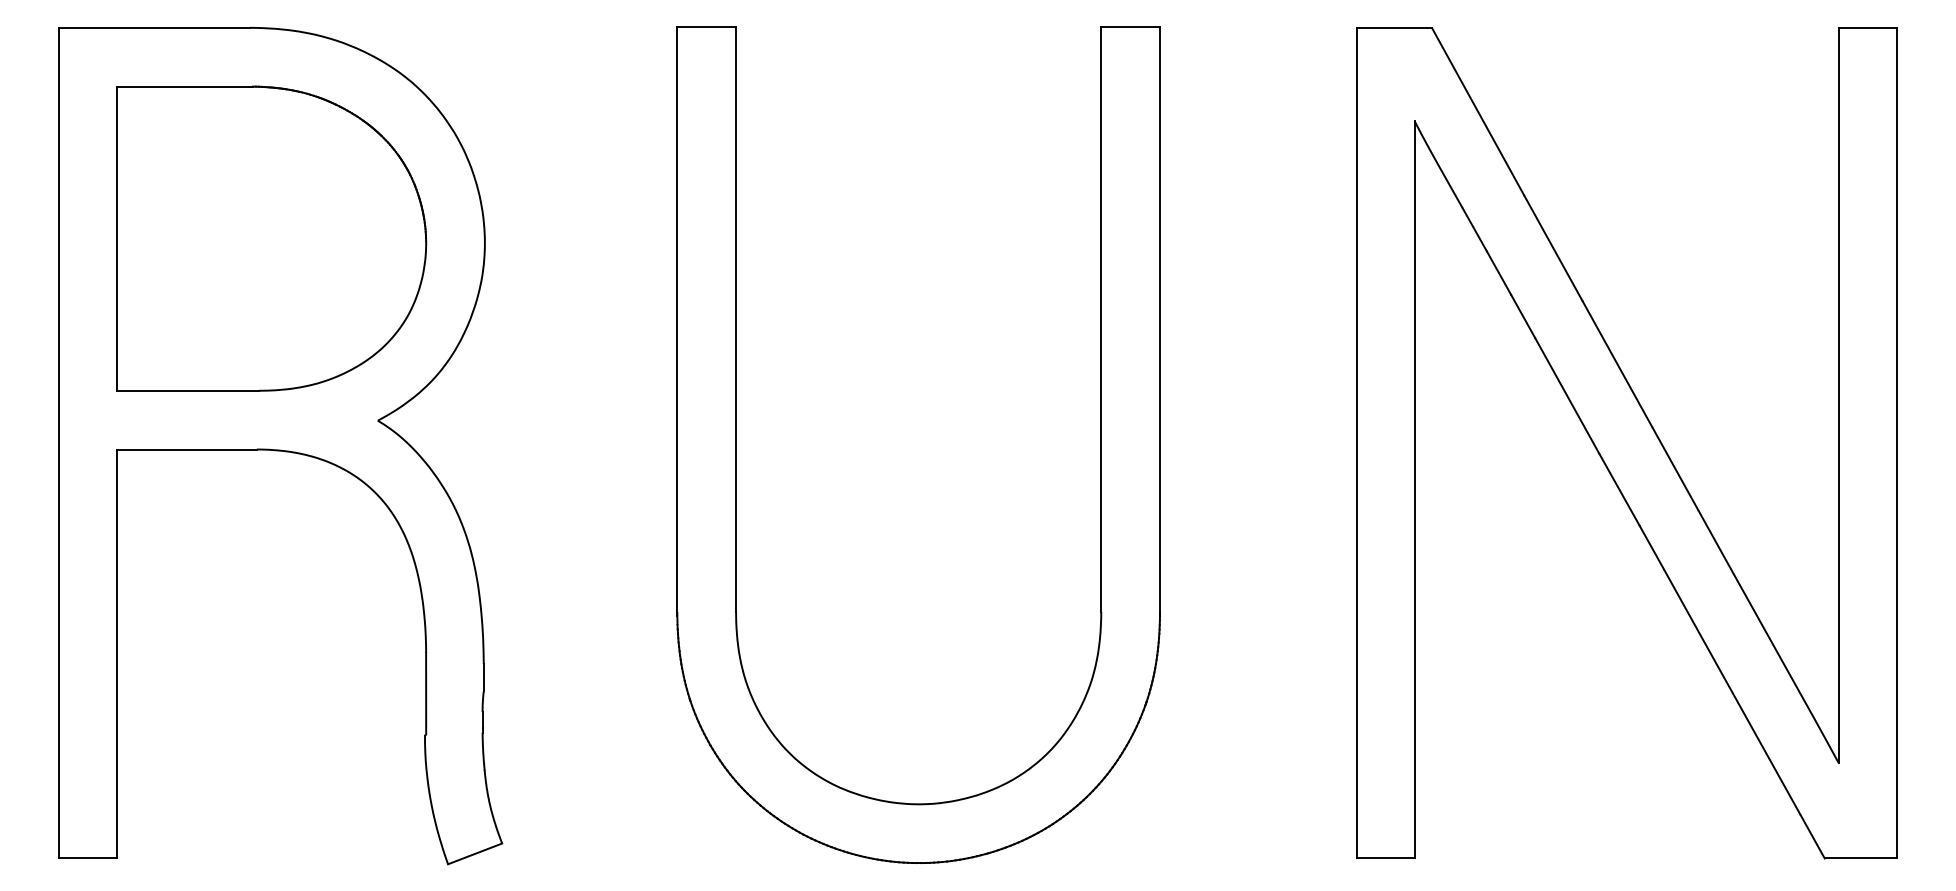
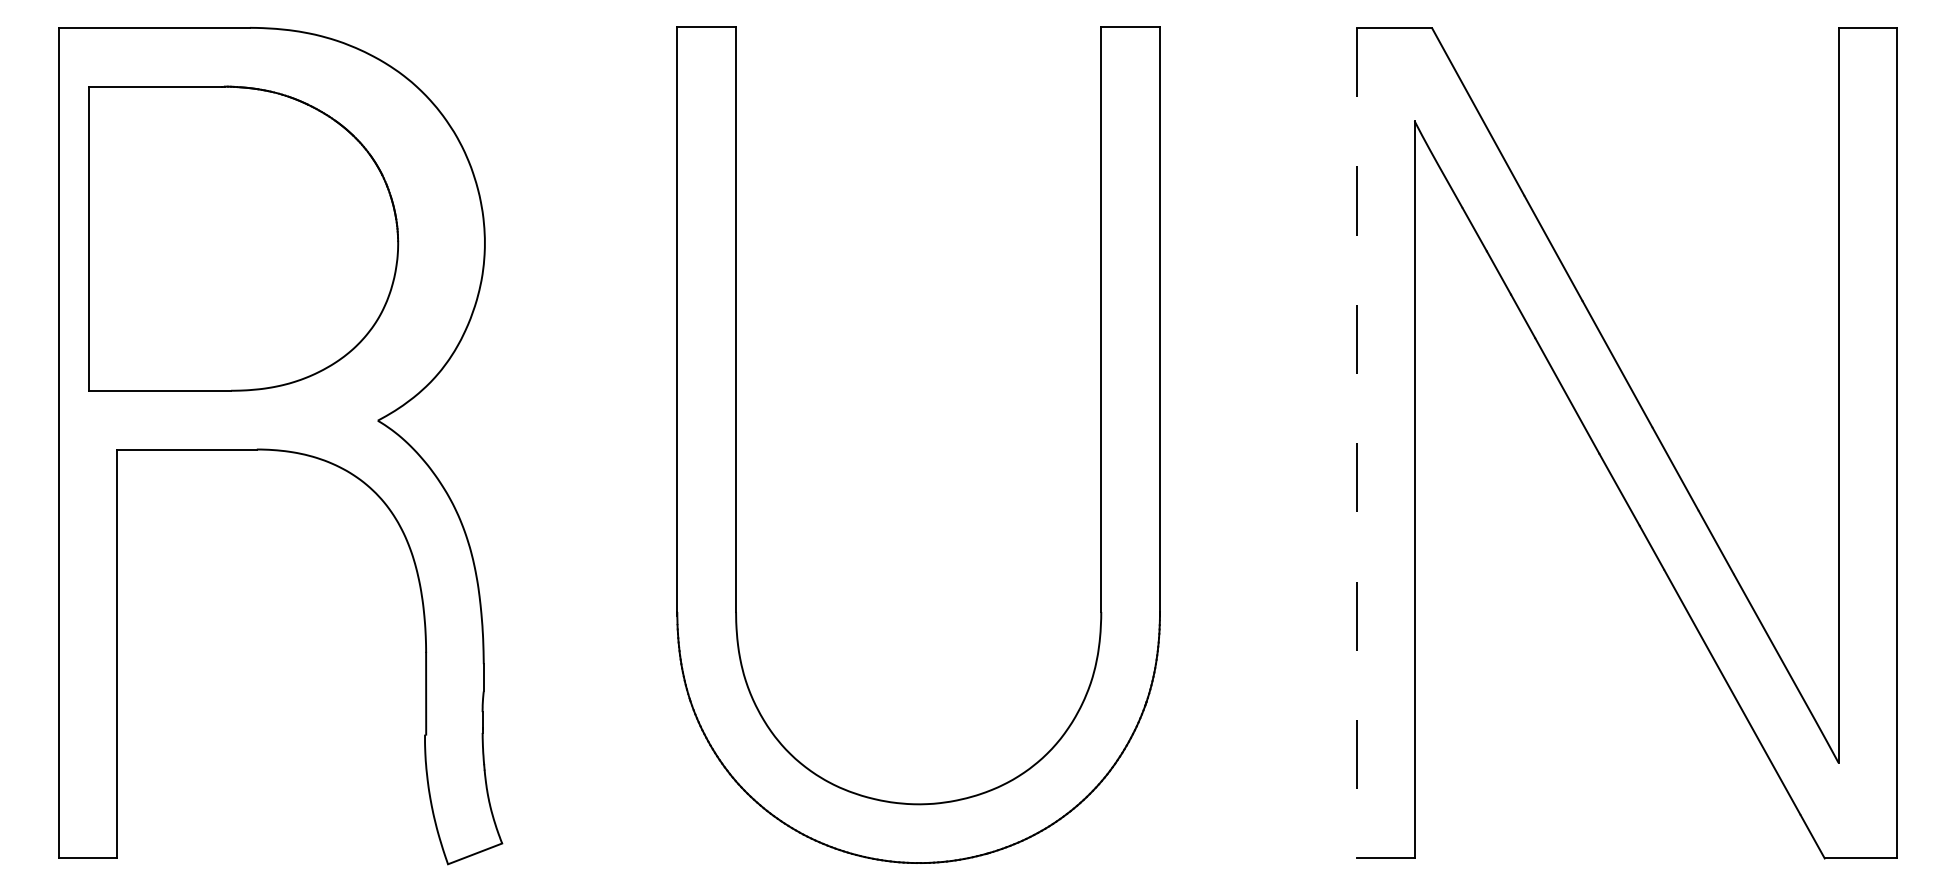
part at (271, 238) position: (271, 238) -> (243, 238)
line at (1357, 443): solid -> dashed
